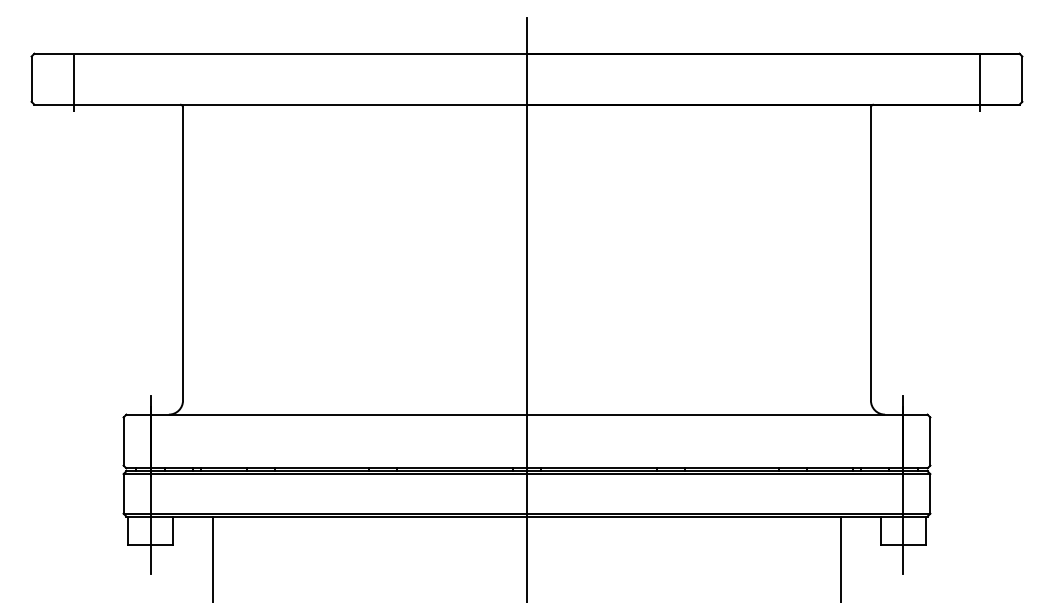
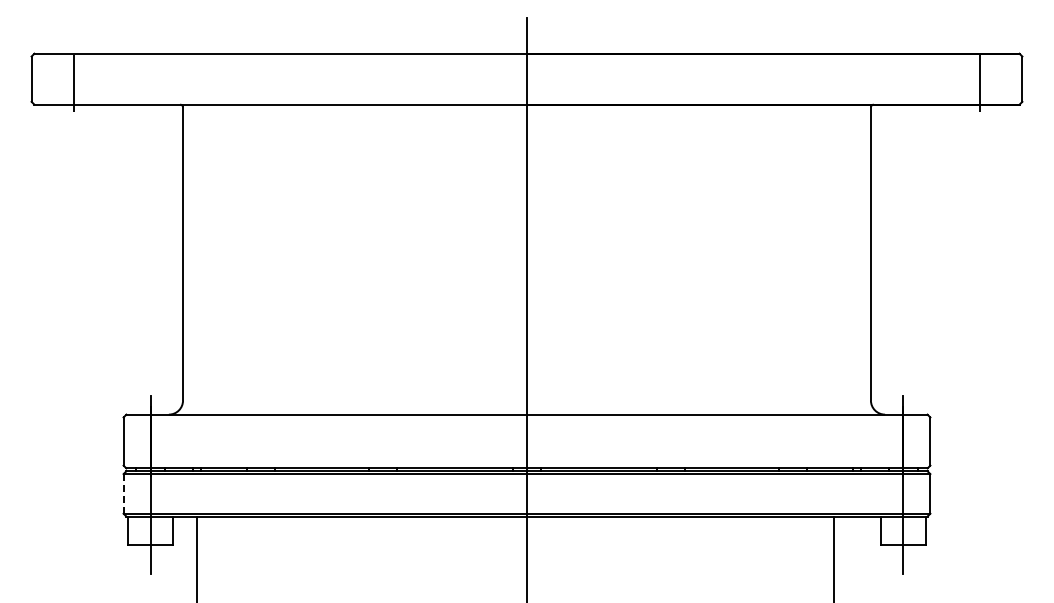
line at (123, 493): solid -> dashed
line at (212, 557) position: (212, 557) -> (196, 557)
line at (841, 557) position: (841, 557) -> (834, 557)
